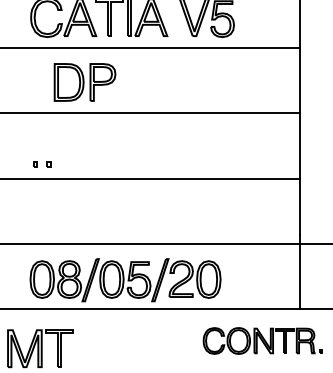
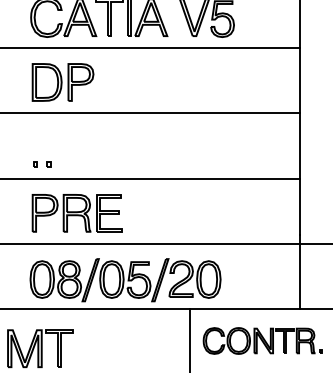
part at (84, 82) position: (84, 82) -> (62, 82)
part at (76, 213): none -> present
line at (189, 339): none -> present
